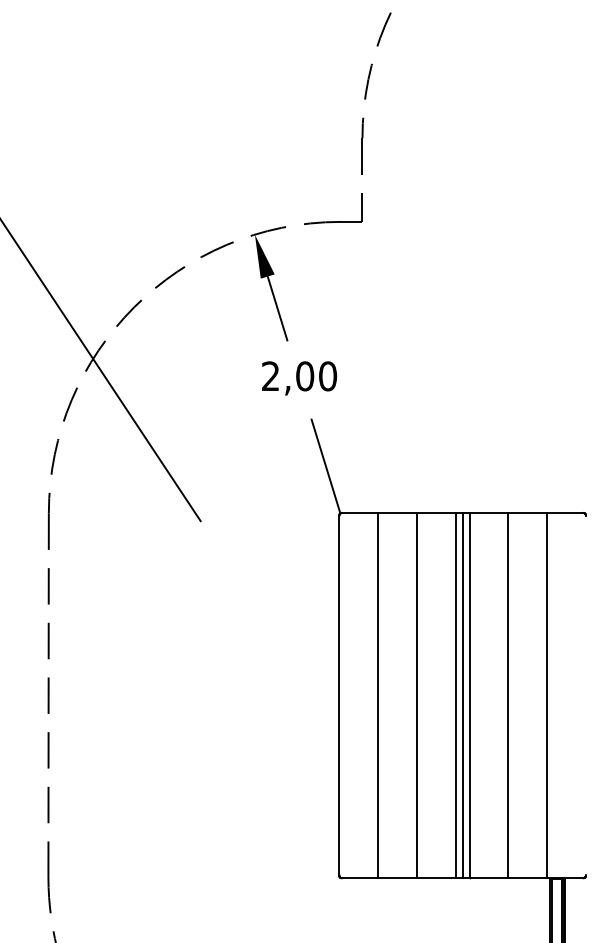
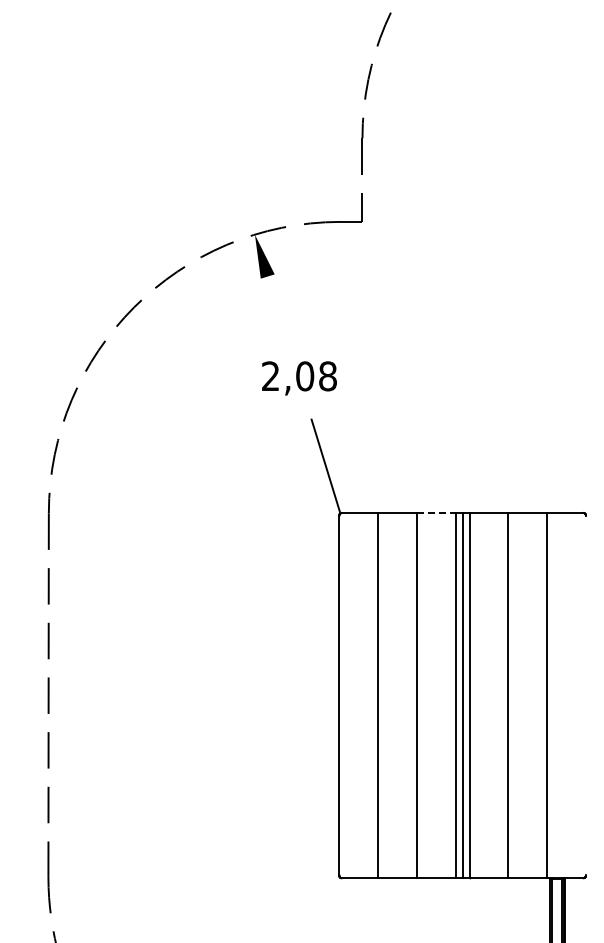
line at (277, 308): present -> none
line at (101, 371): present -> none
text at (328, 376): 2,00 -> 2,08
line at (436, 513): solid -> dashed
